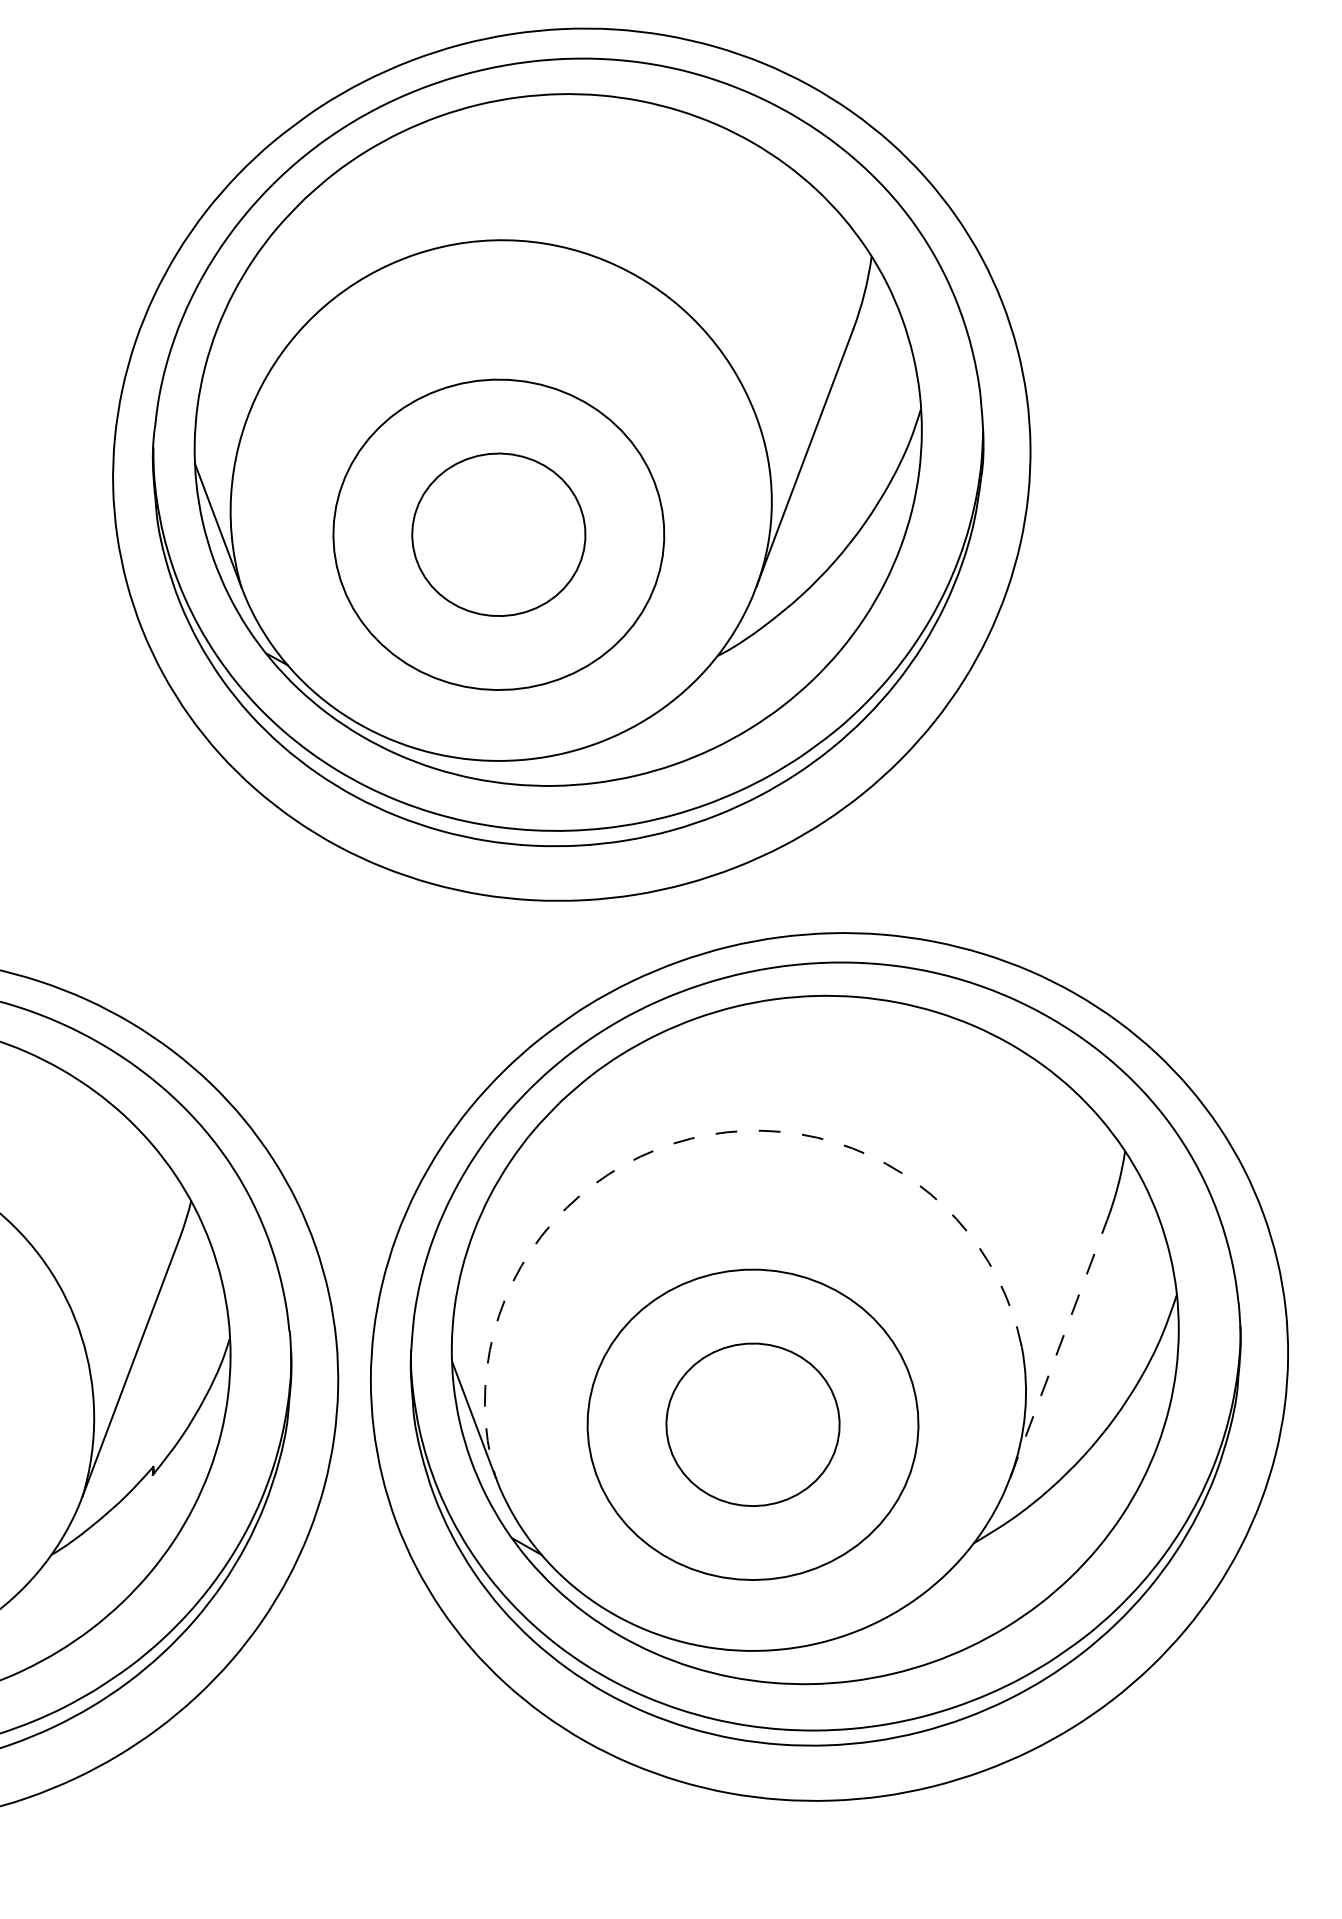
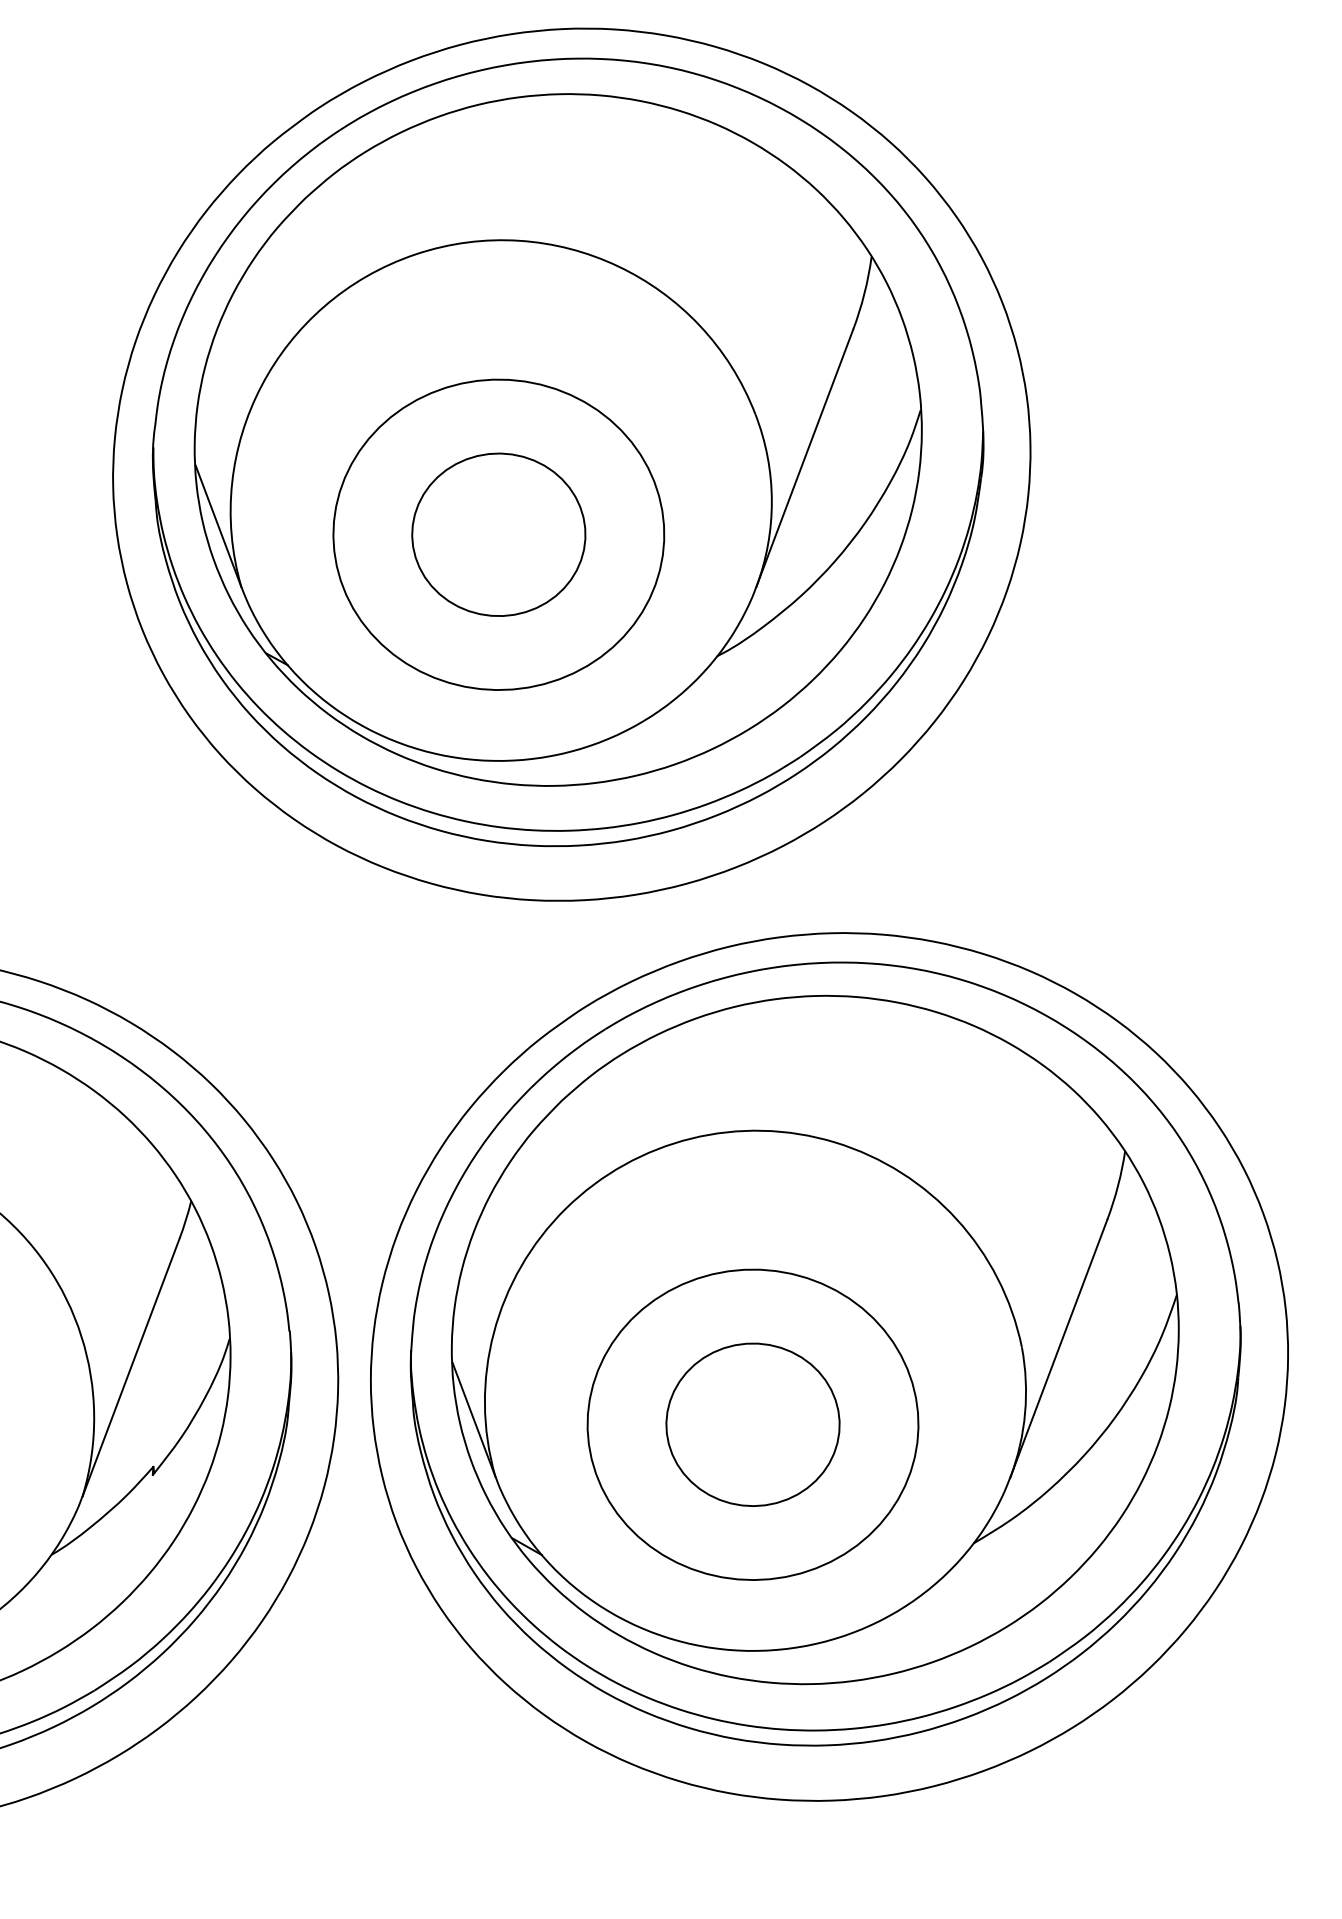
arc at (691, 1138): dashed -> solid
line at (1058, 1348): dashed -> solid
